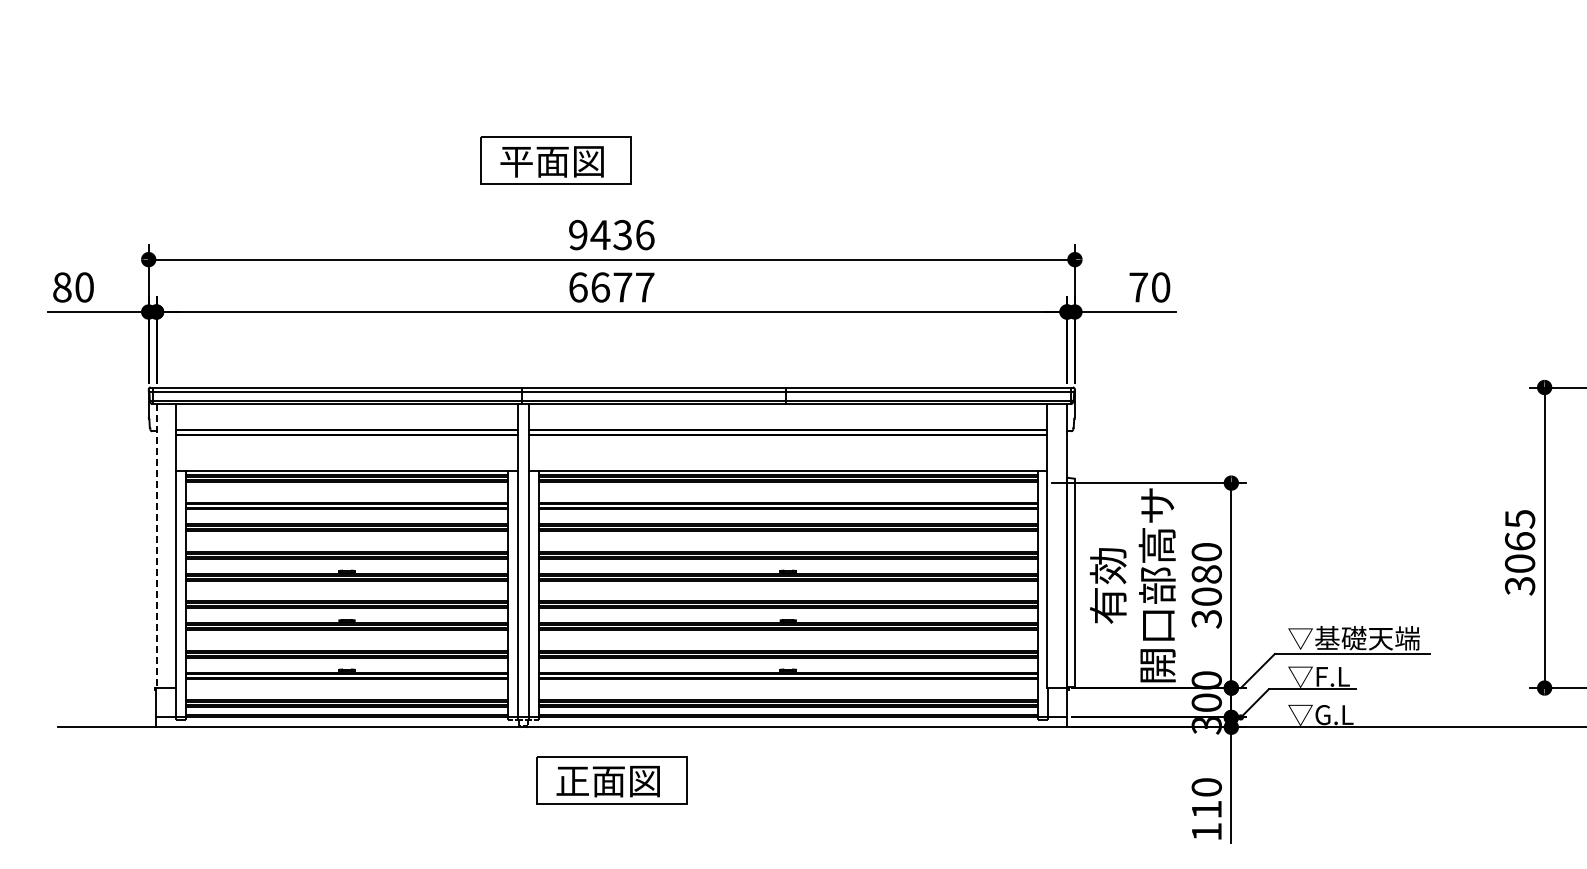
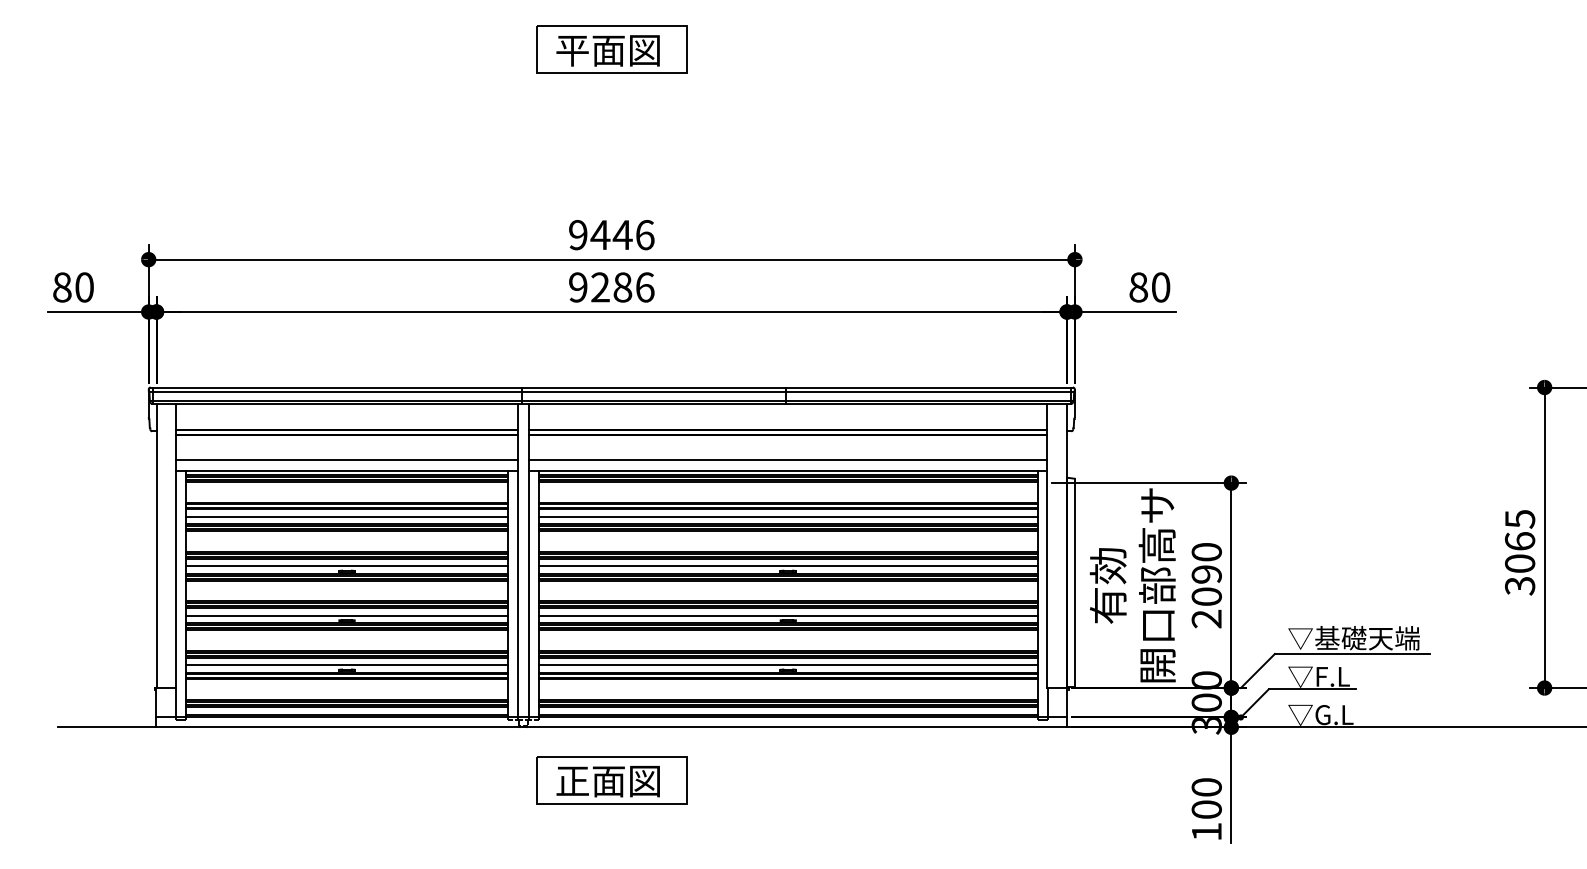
part at (555, 160) position: (555, 160) -> (611, 49)
text at (622, 235): 9436 -> 9446
text at (611, 287): 6677 -> 9286
text at (1138, 287): 70 -> 80
line at (346, 460): none -> present
line at (788, 460): none -> present
line at (347, 516): none -> present
line at (788, 516): none -> present
line at (156, 546): dashed -> solid
line at (347, 566): none -> present
line at (788, 566): none -> present
text at (1206, 596): 3080 -> 2090
line at (347, 615): none -> present
line at (788, 615): none -> present
line at (347, 665): none -> present
line at (788, 665): none -> present
text at (1206, 809): 110 -> 100
